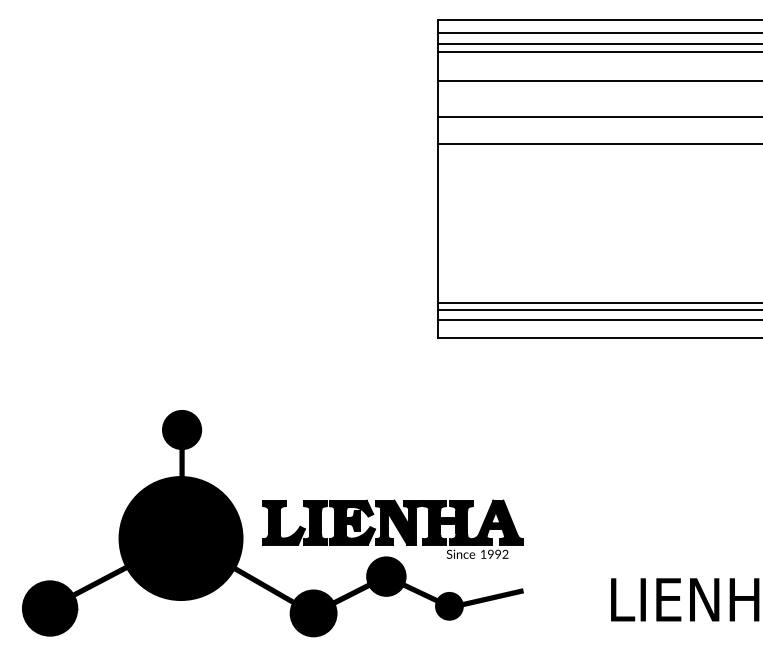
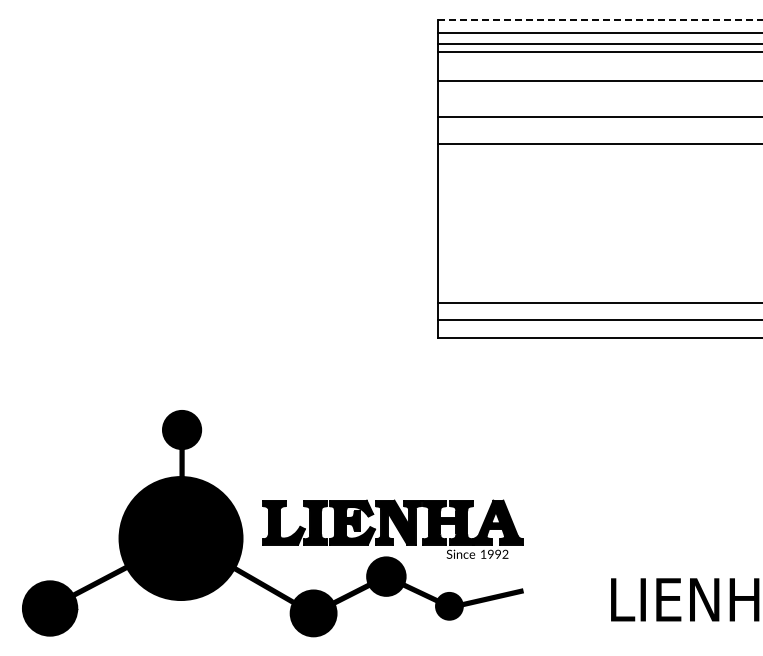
line at (600, 19): solid -> dashed
line at (598, 309): present -> none
